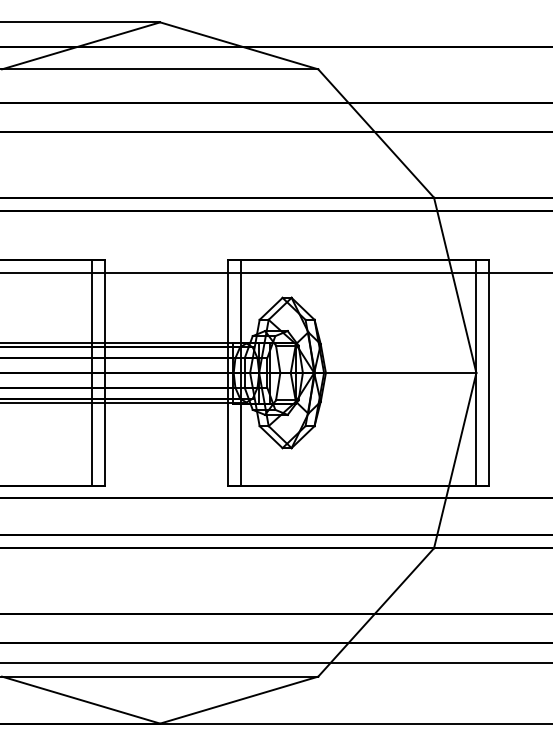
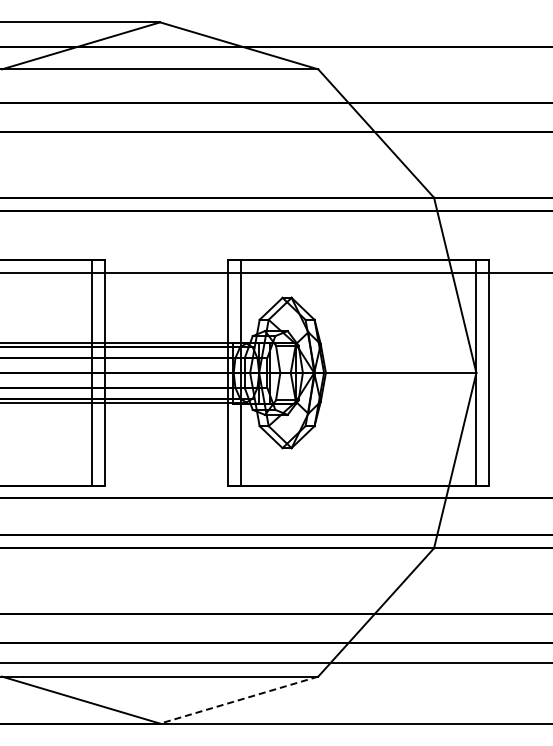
line at (238, 700): solid -> dashed
